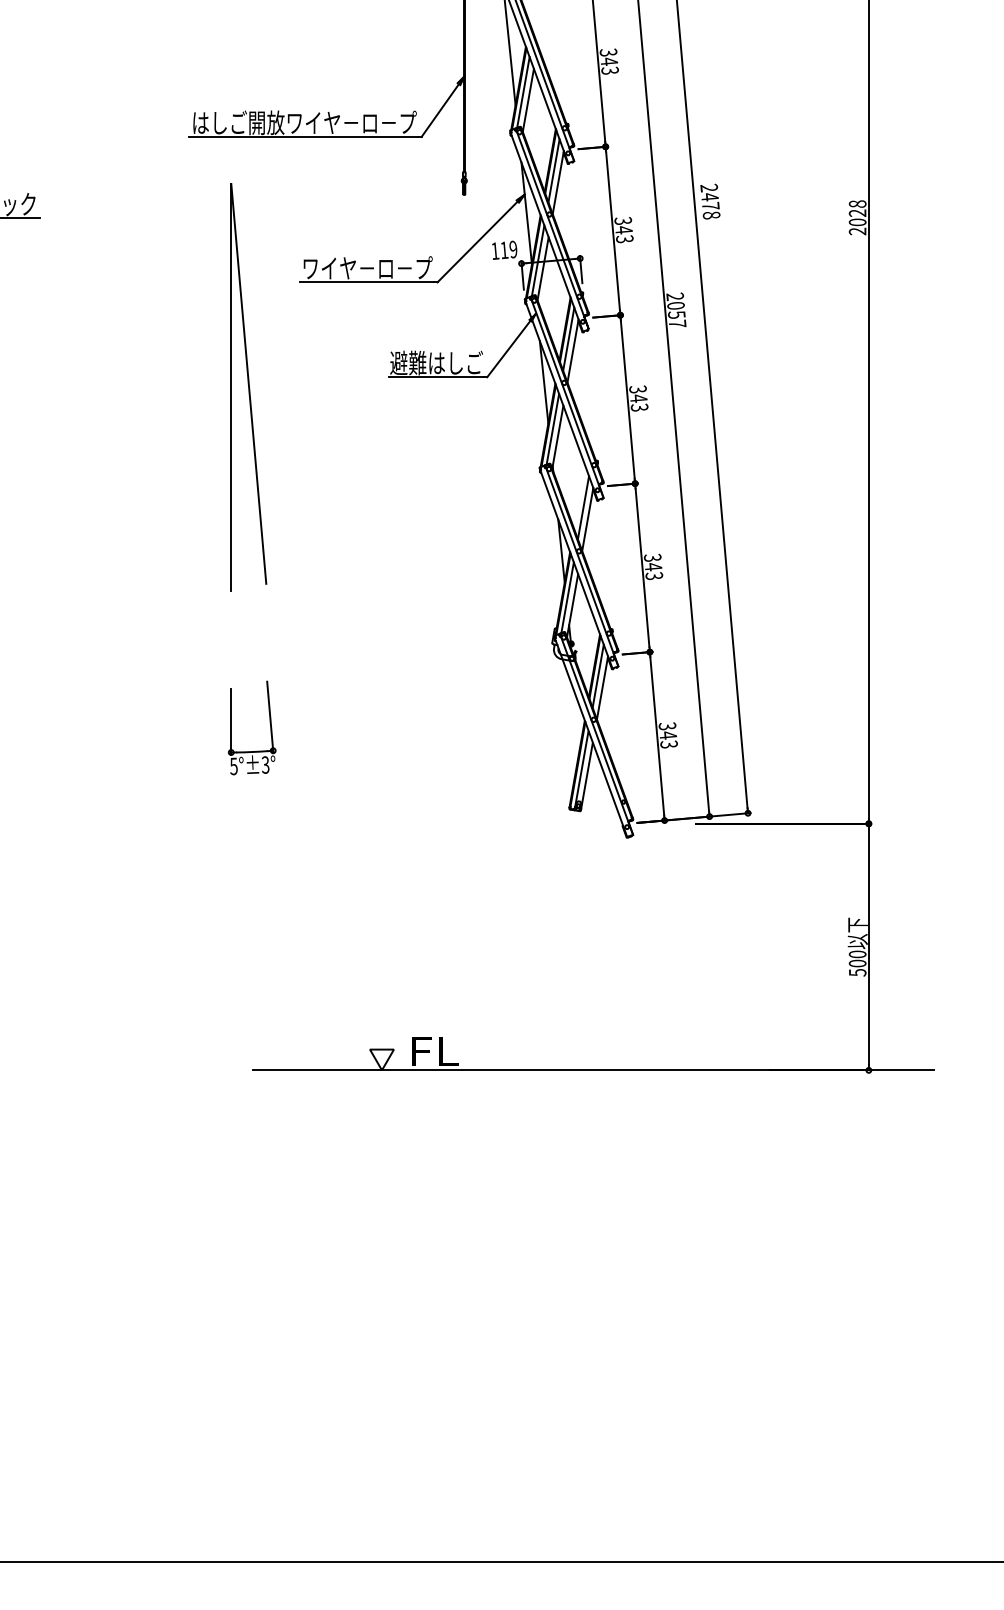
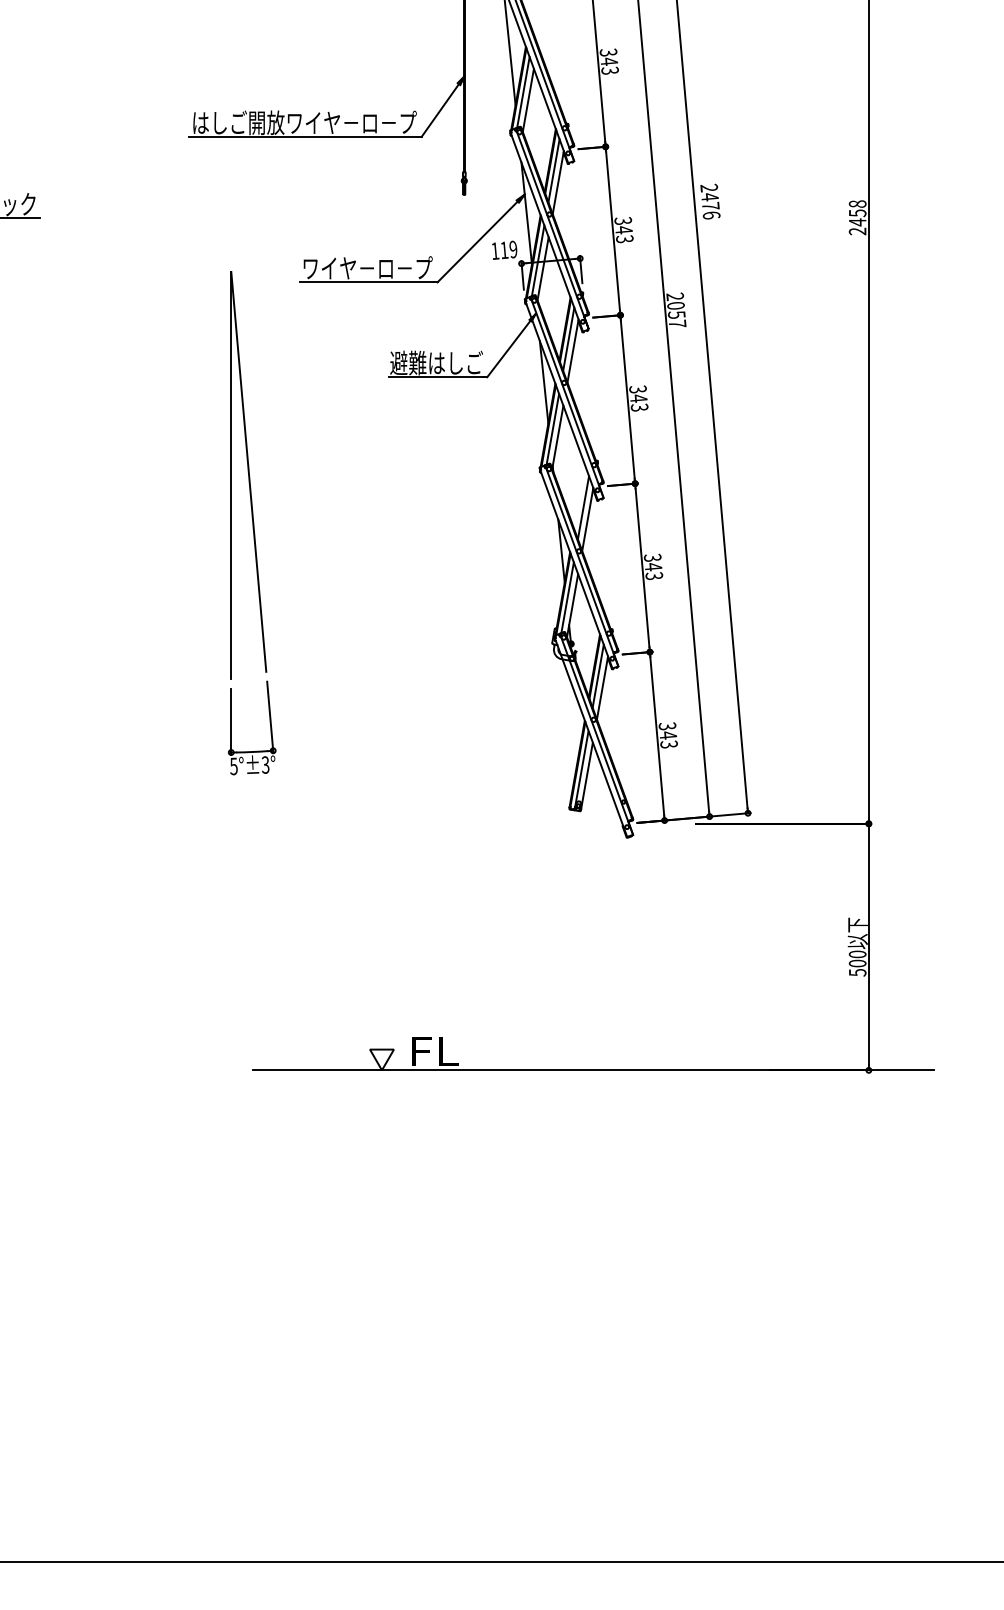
text at (711, 215): 2478 -> 2476
text at (857, 217): 2028 -> 2458
part at (248, 387) position: (248, 387) -> (248, 475)
